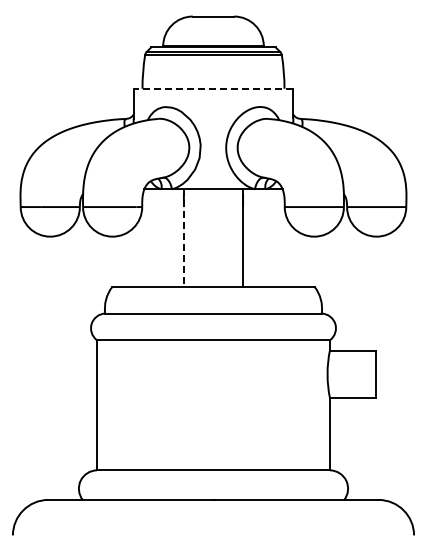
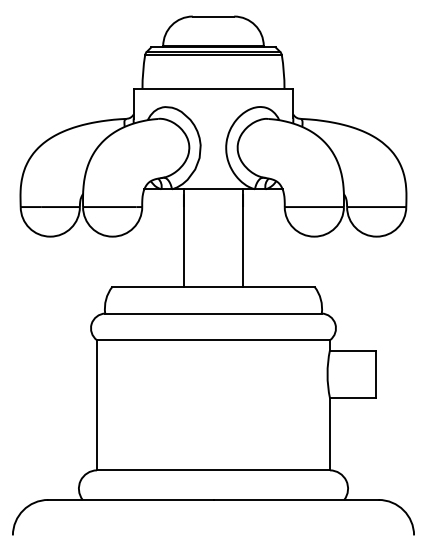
line at (213, 88): dashed -> solid
line at (183, 238): dashed -> solid
